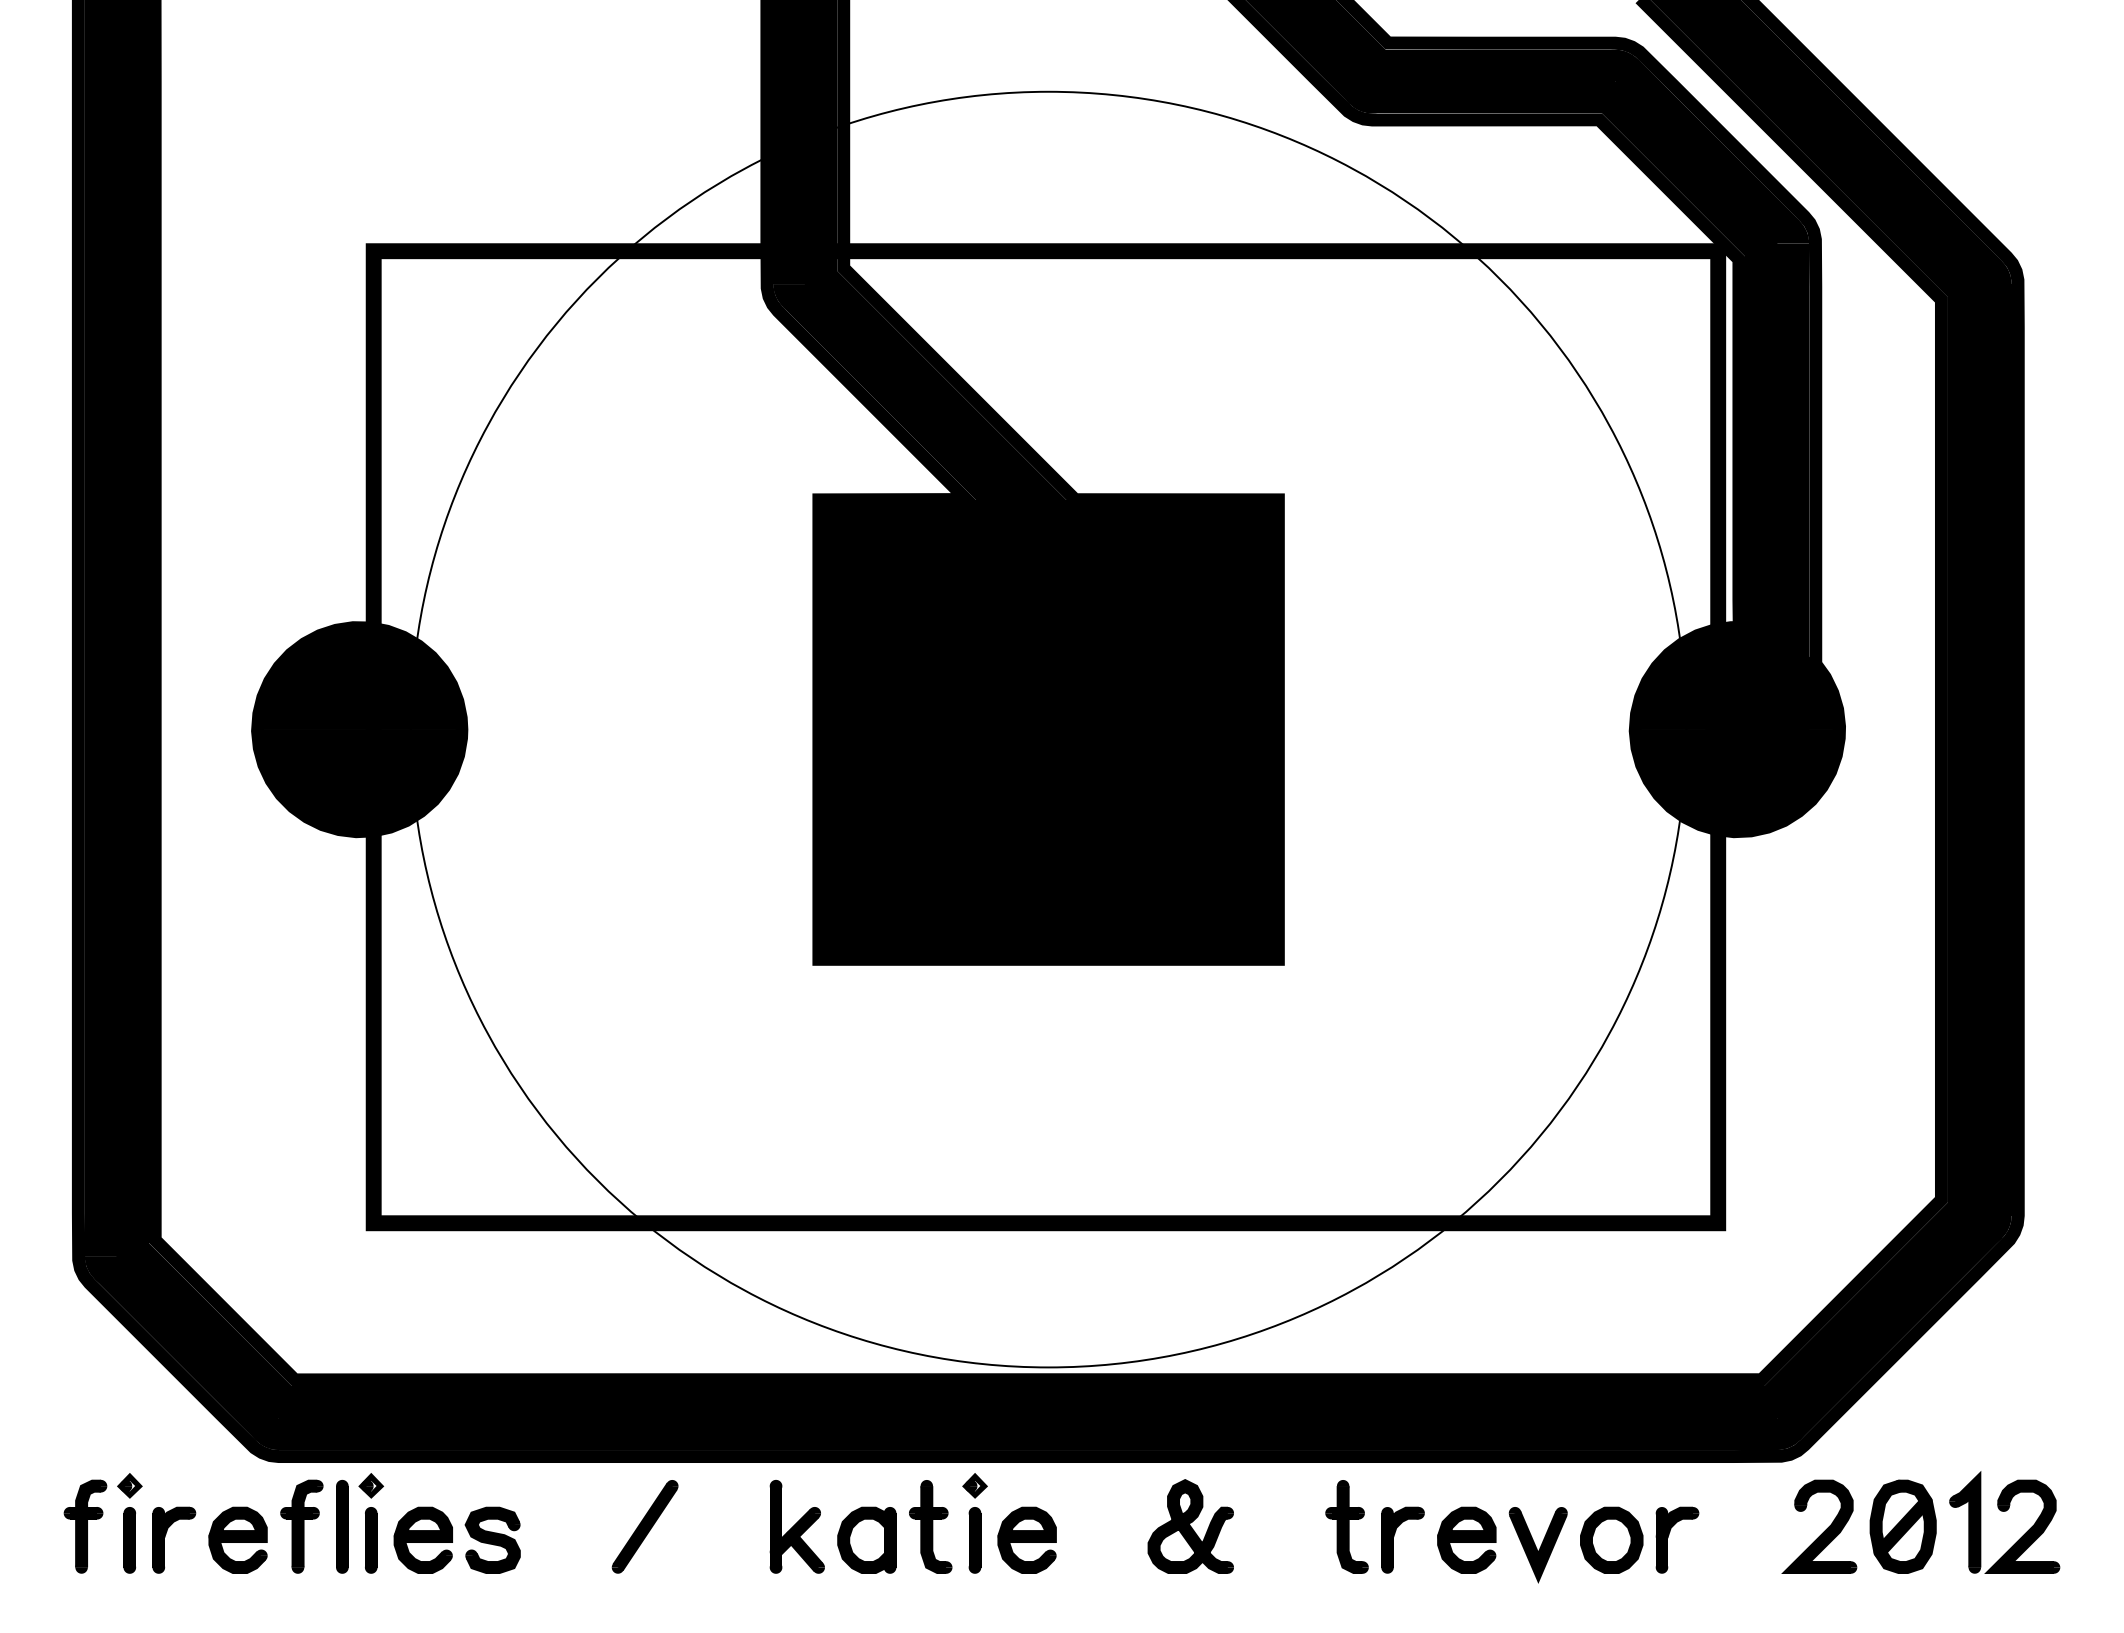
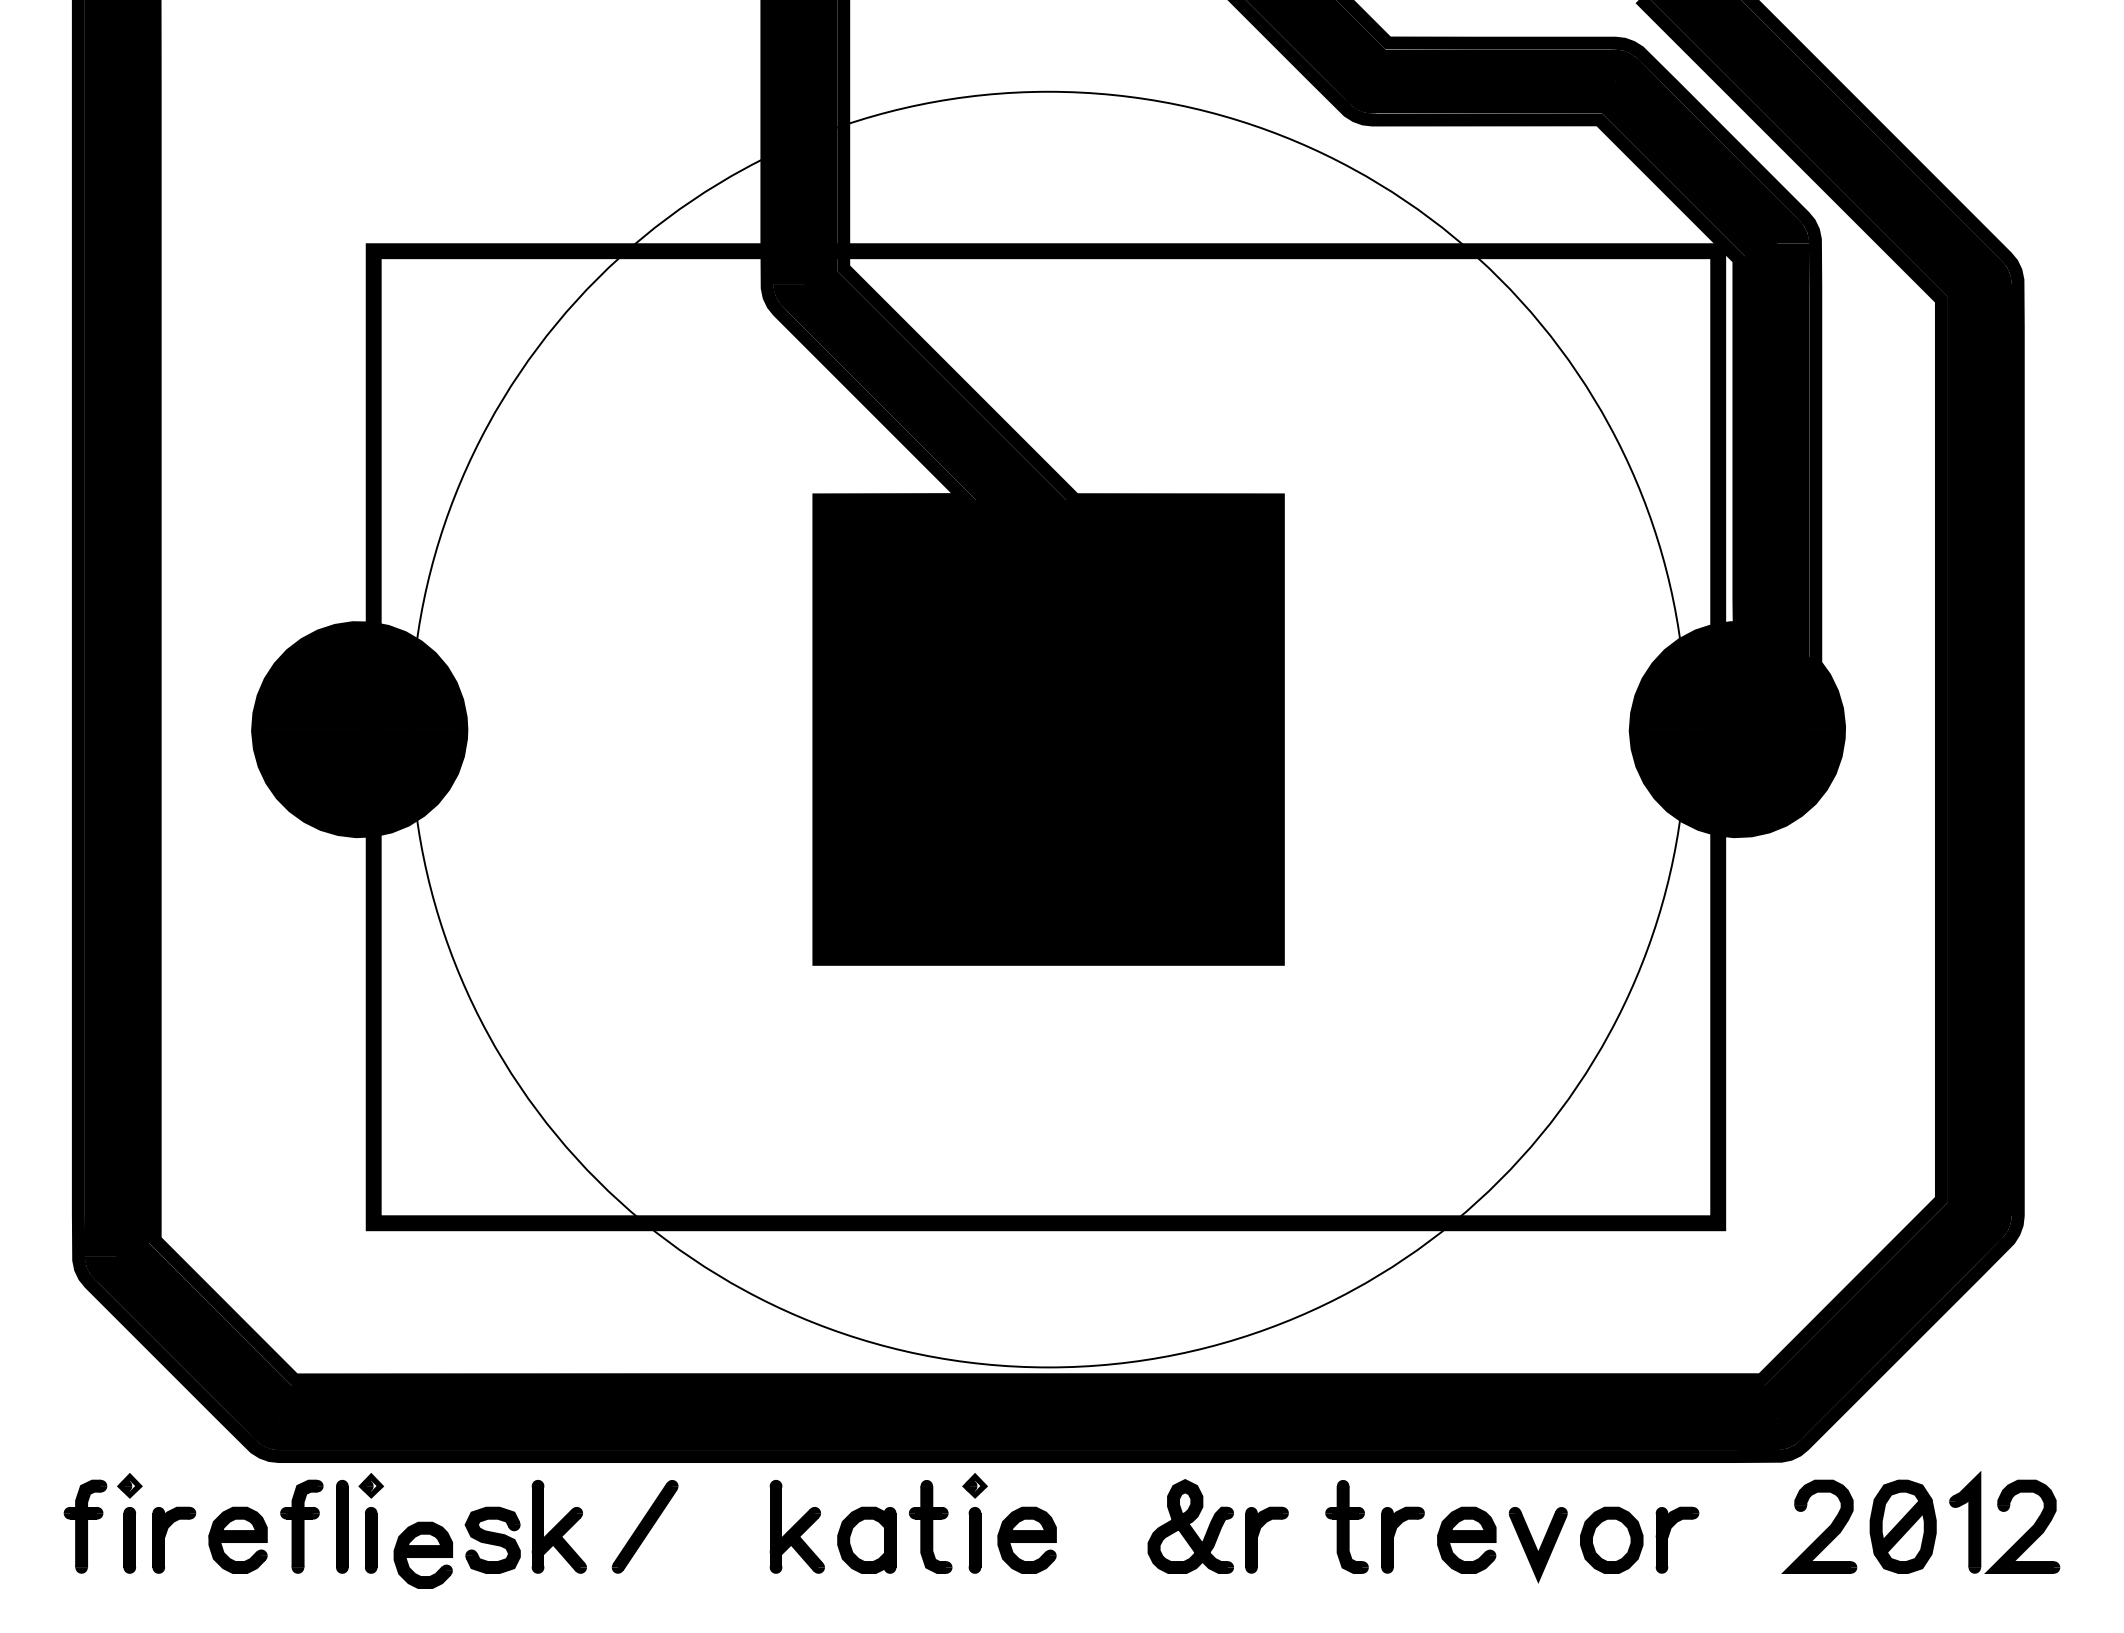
part at (558, 1526): none -> present
part at (1258, 1536): none -> present
part at (422, 1539) position: (422, 1539) -> (422, 1554)
